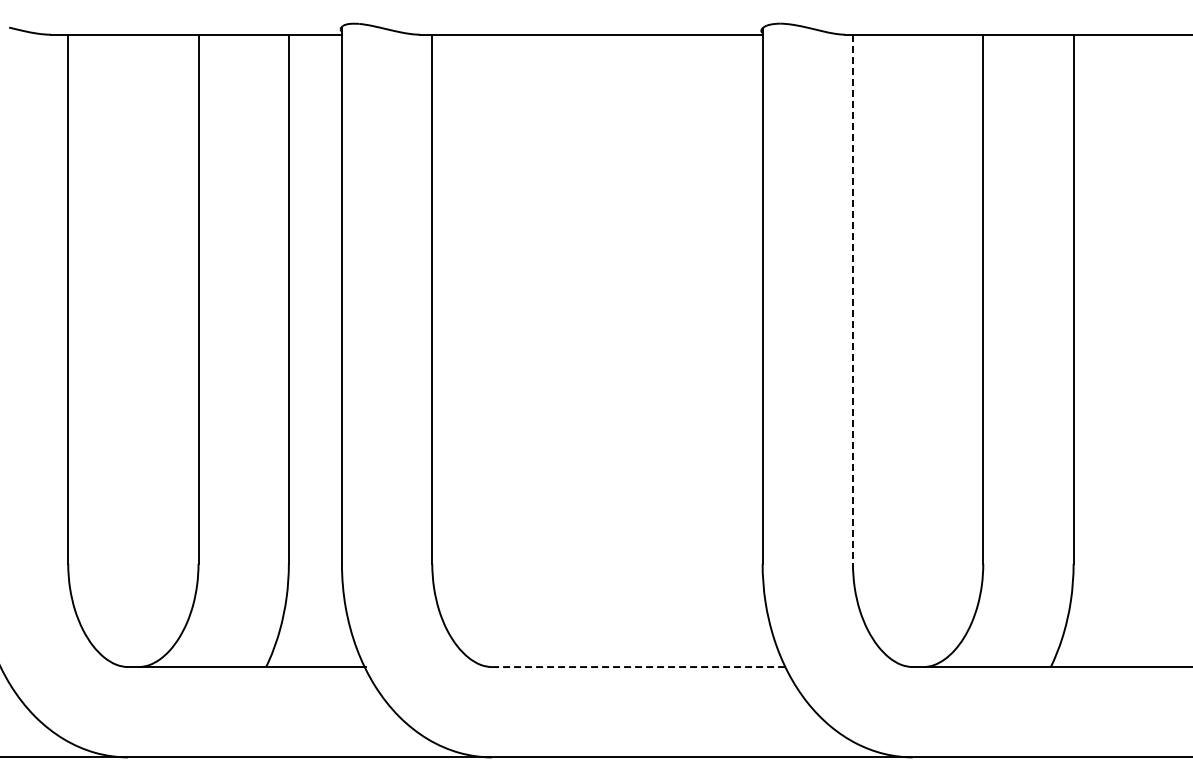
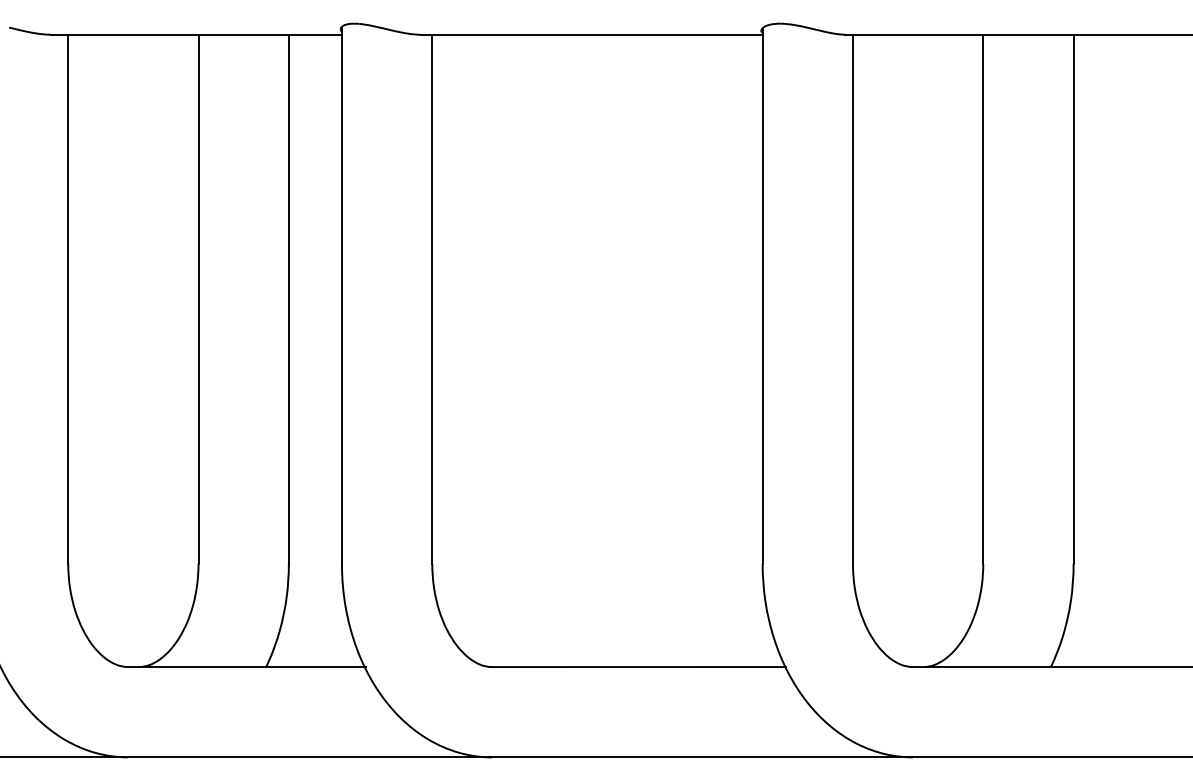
line at (852, 299): dashed -> solid
line at (638, 667): dashed -> solid
